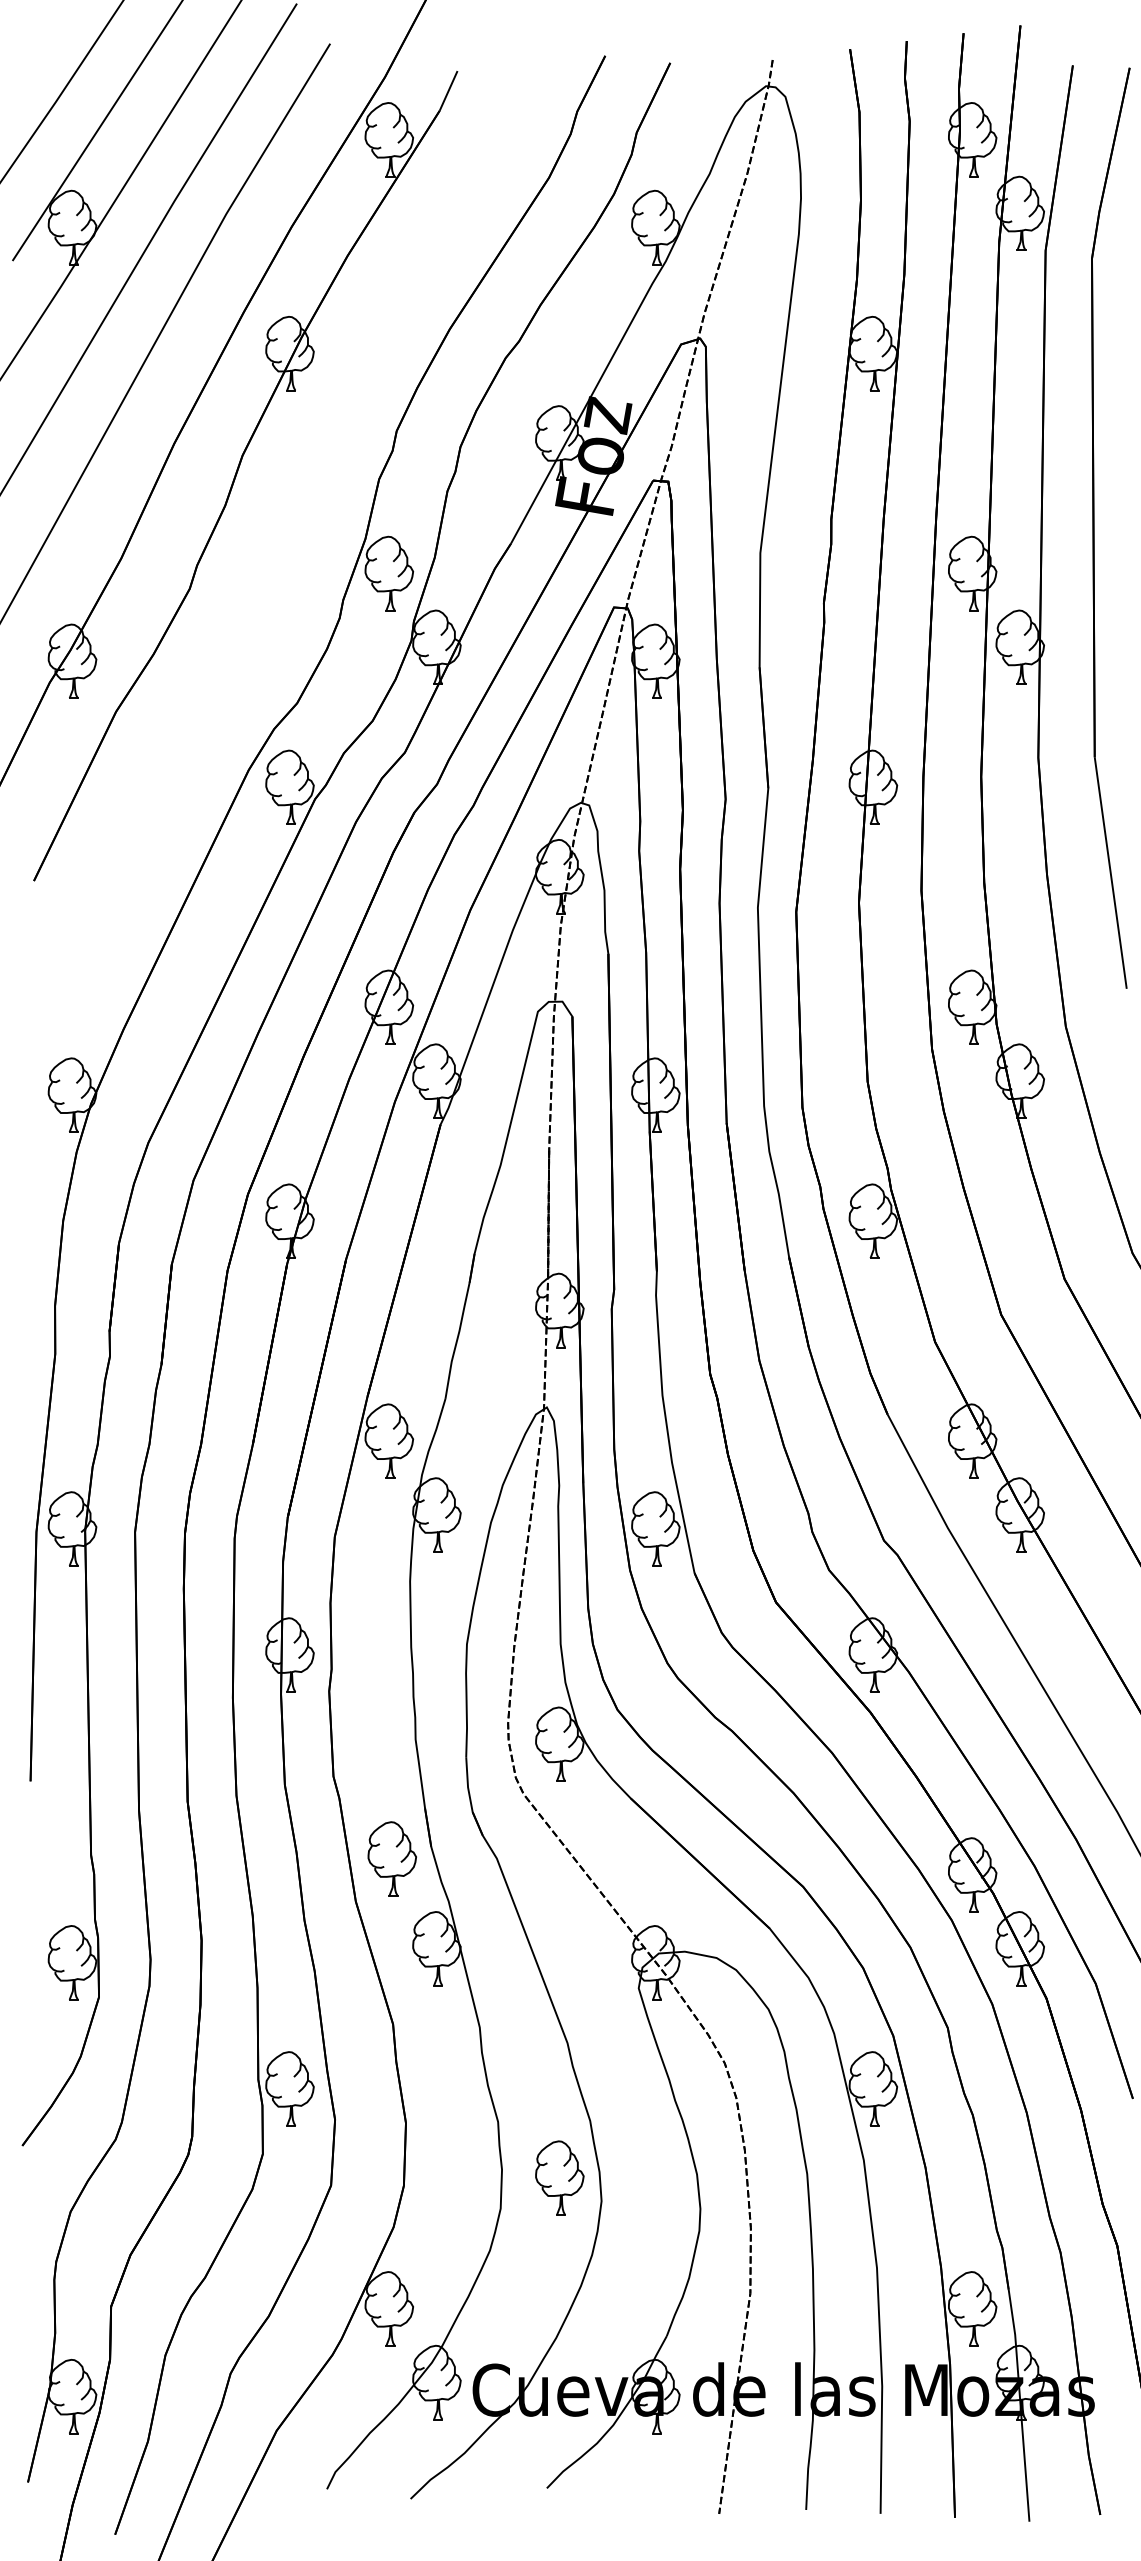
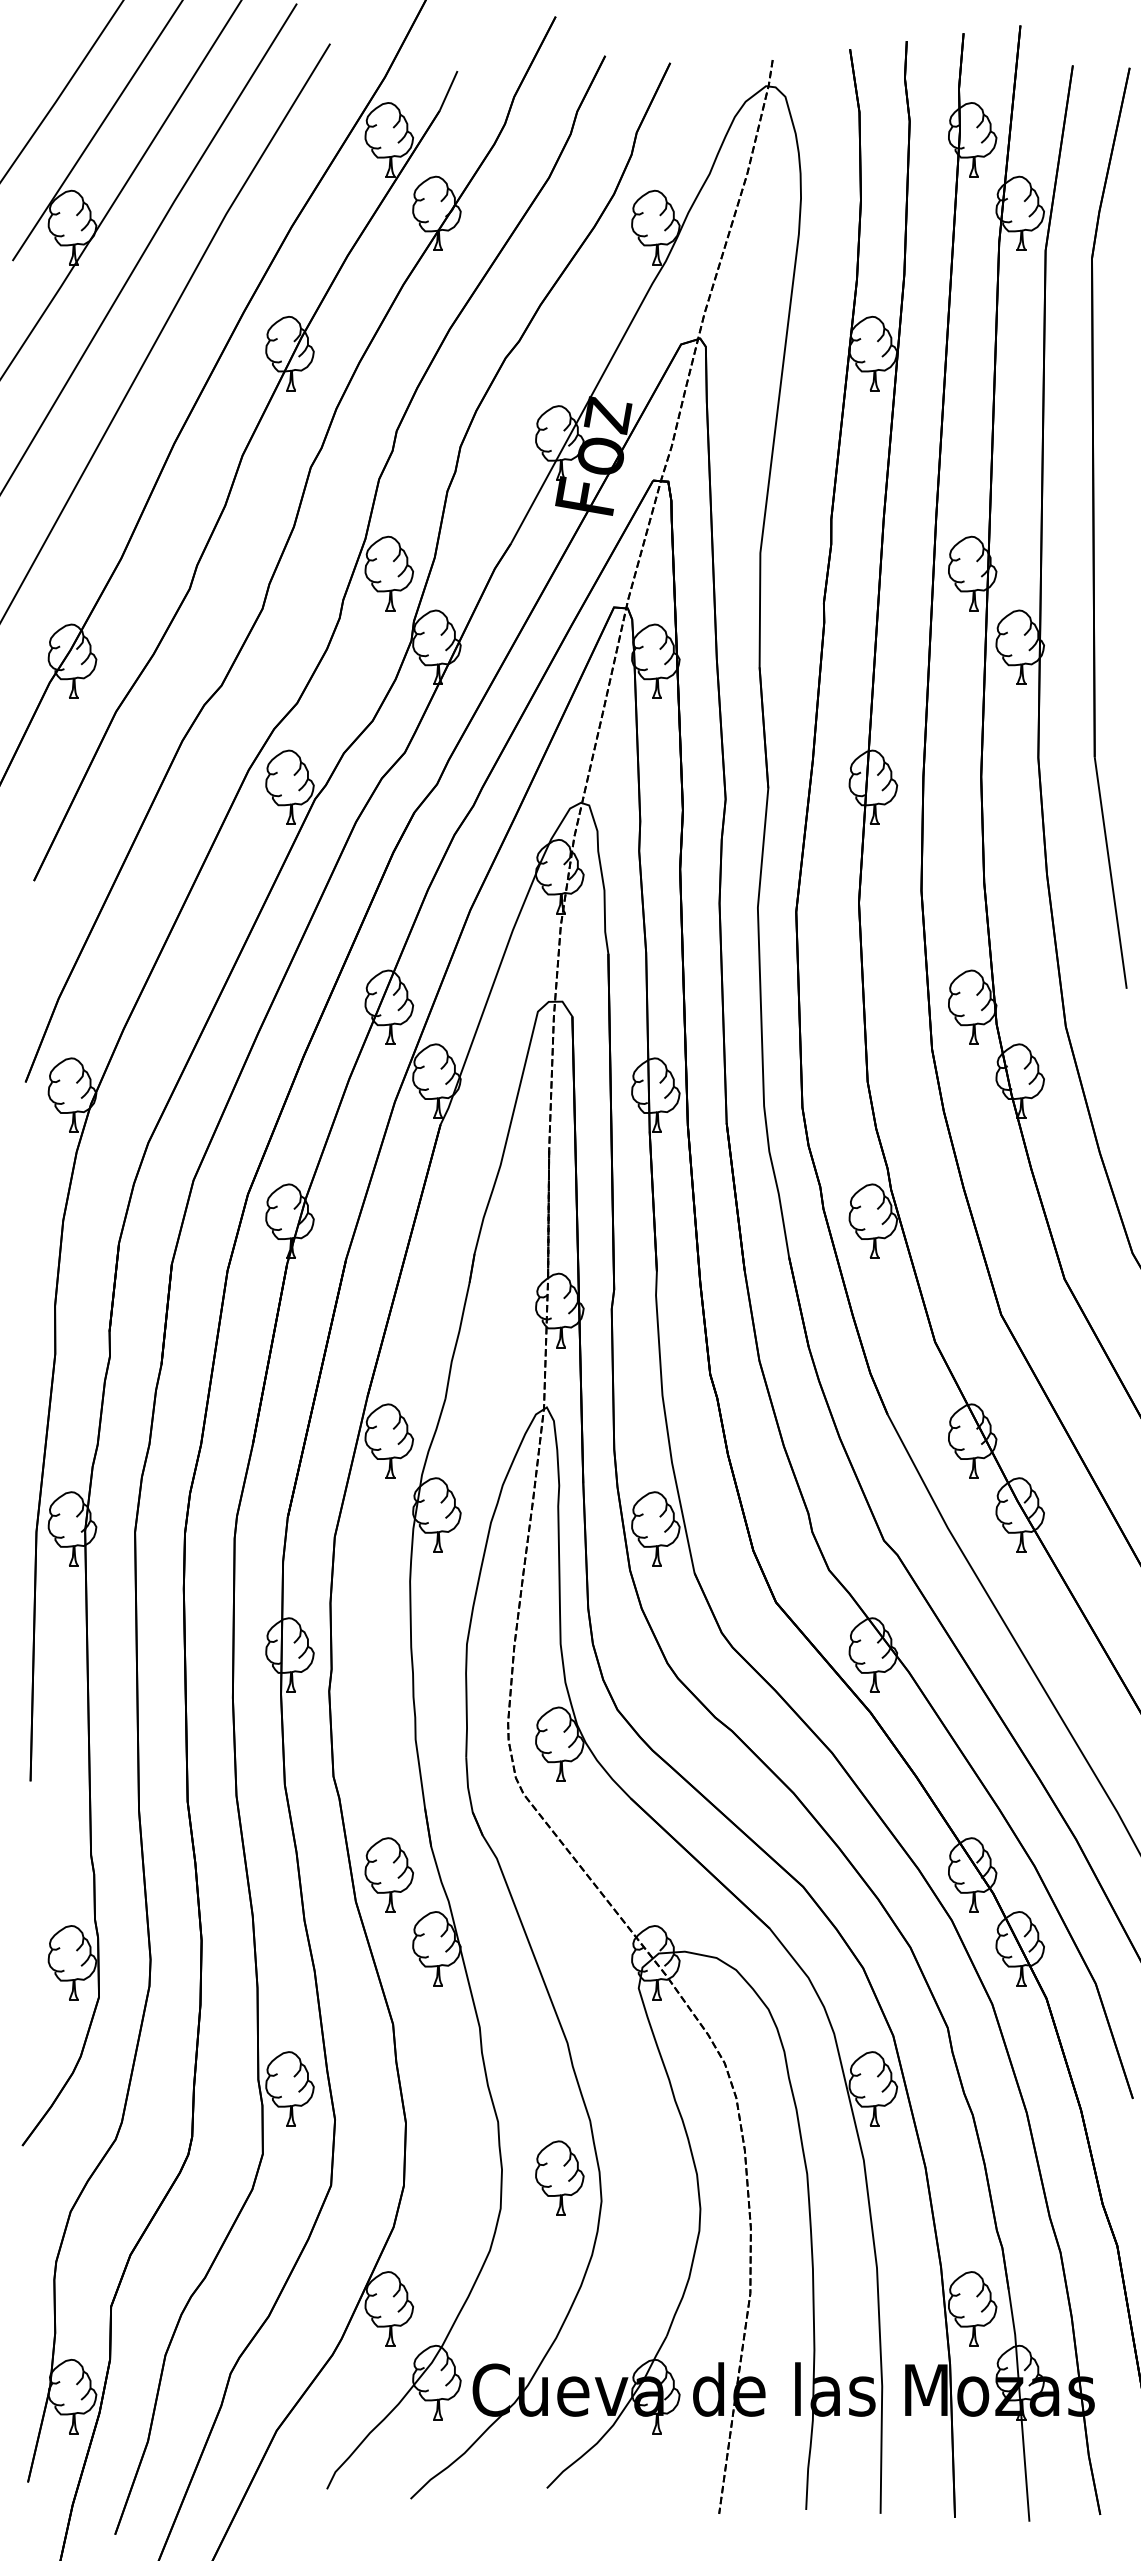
part at (290, 549): none -> present
part at (391, 1858) position: (391, 1858) -> (388, 1874)
